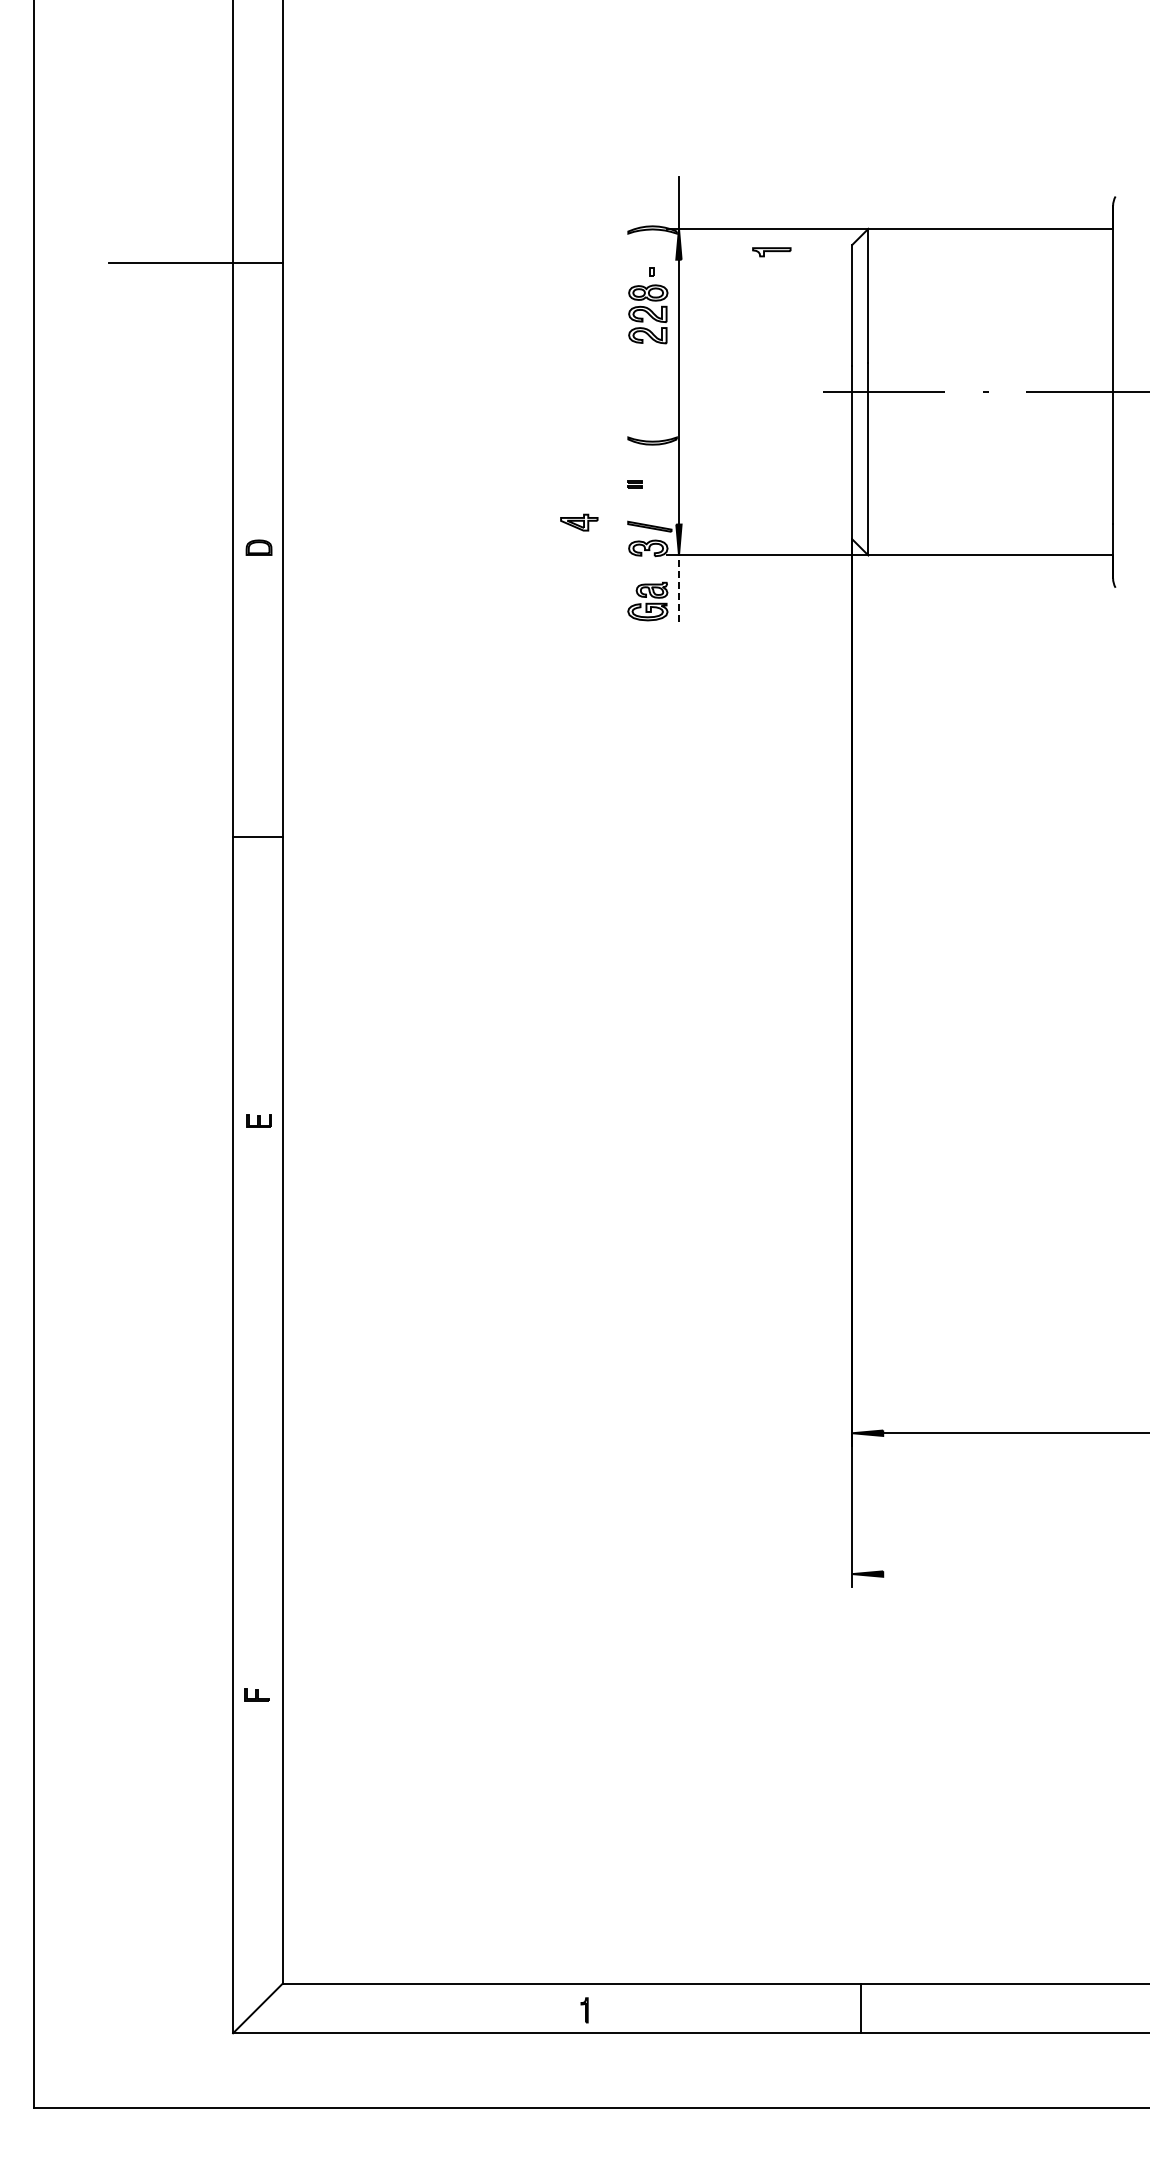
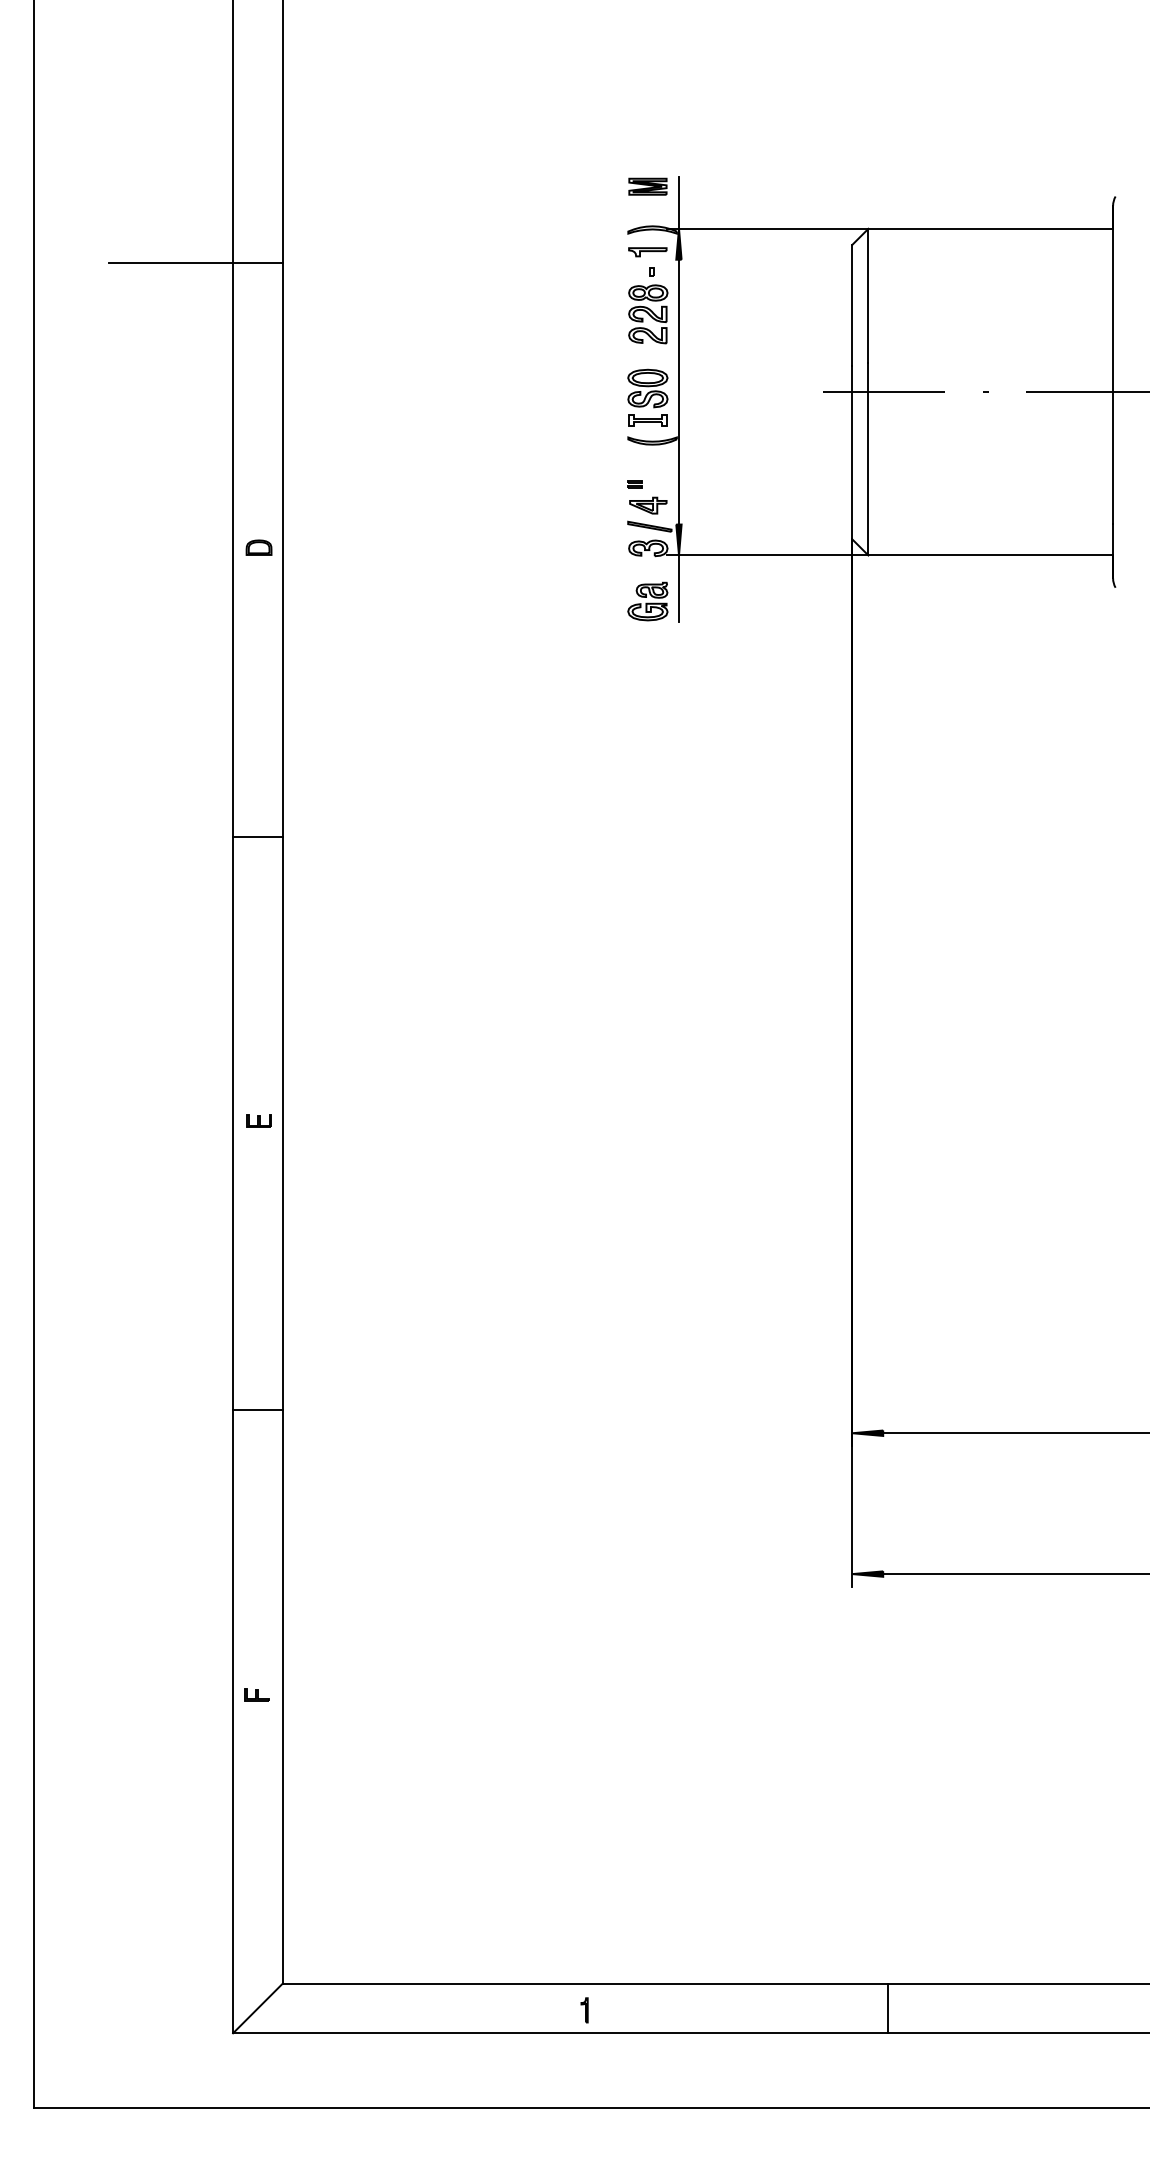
part at (647, 186): none -> present
part at (771, 252) position: (771, 252) -> (647, 252)
part at (647, 397): none -> present
part at (579, 522) position: (579, 522) -> (648, 505)
line at (679, 588): dashed -> solid
line at (257, 1410): none -> present
line at (1014, 1574): none -> present
line at (861, 2008) position: (861, 2008) -> (888, 2008)
